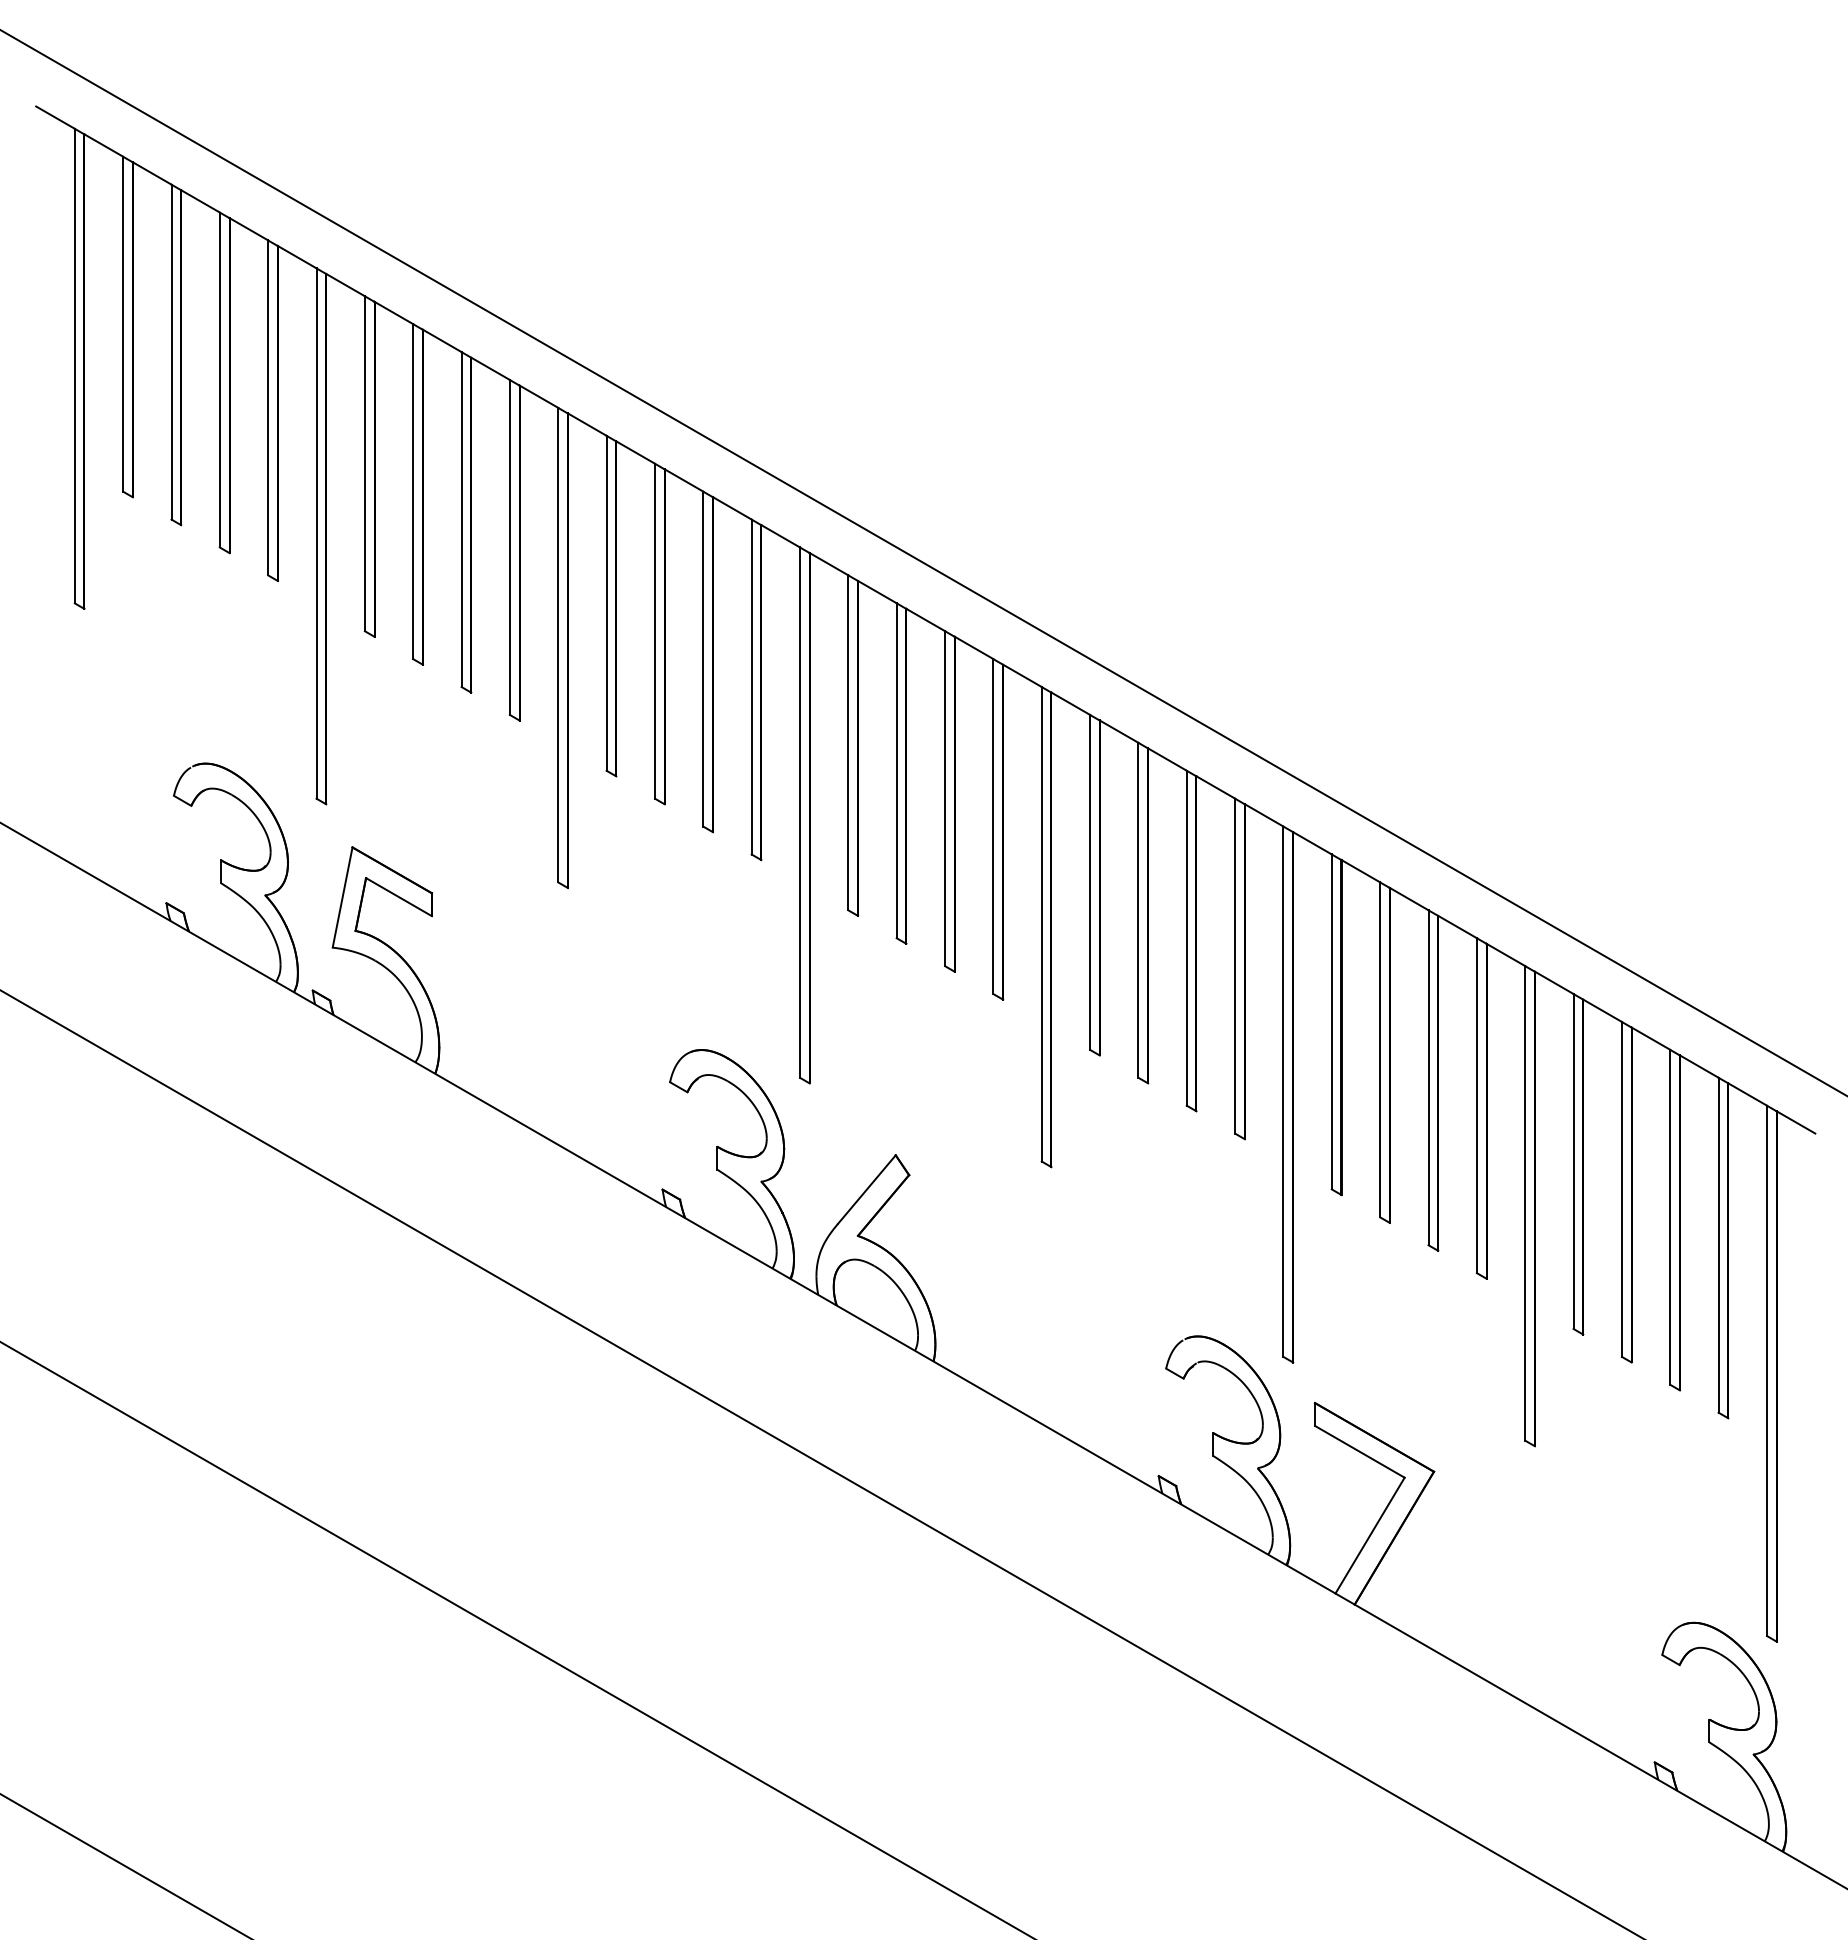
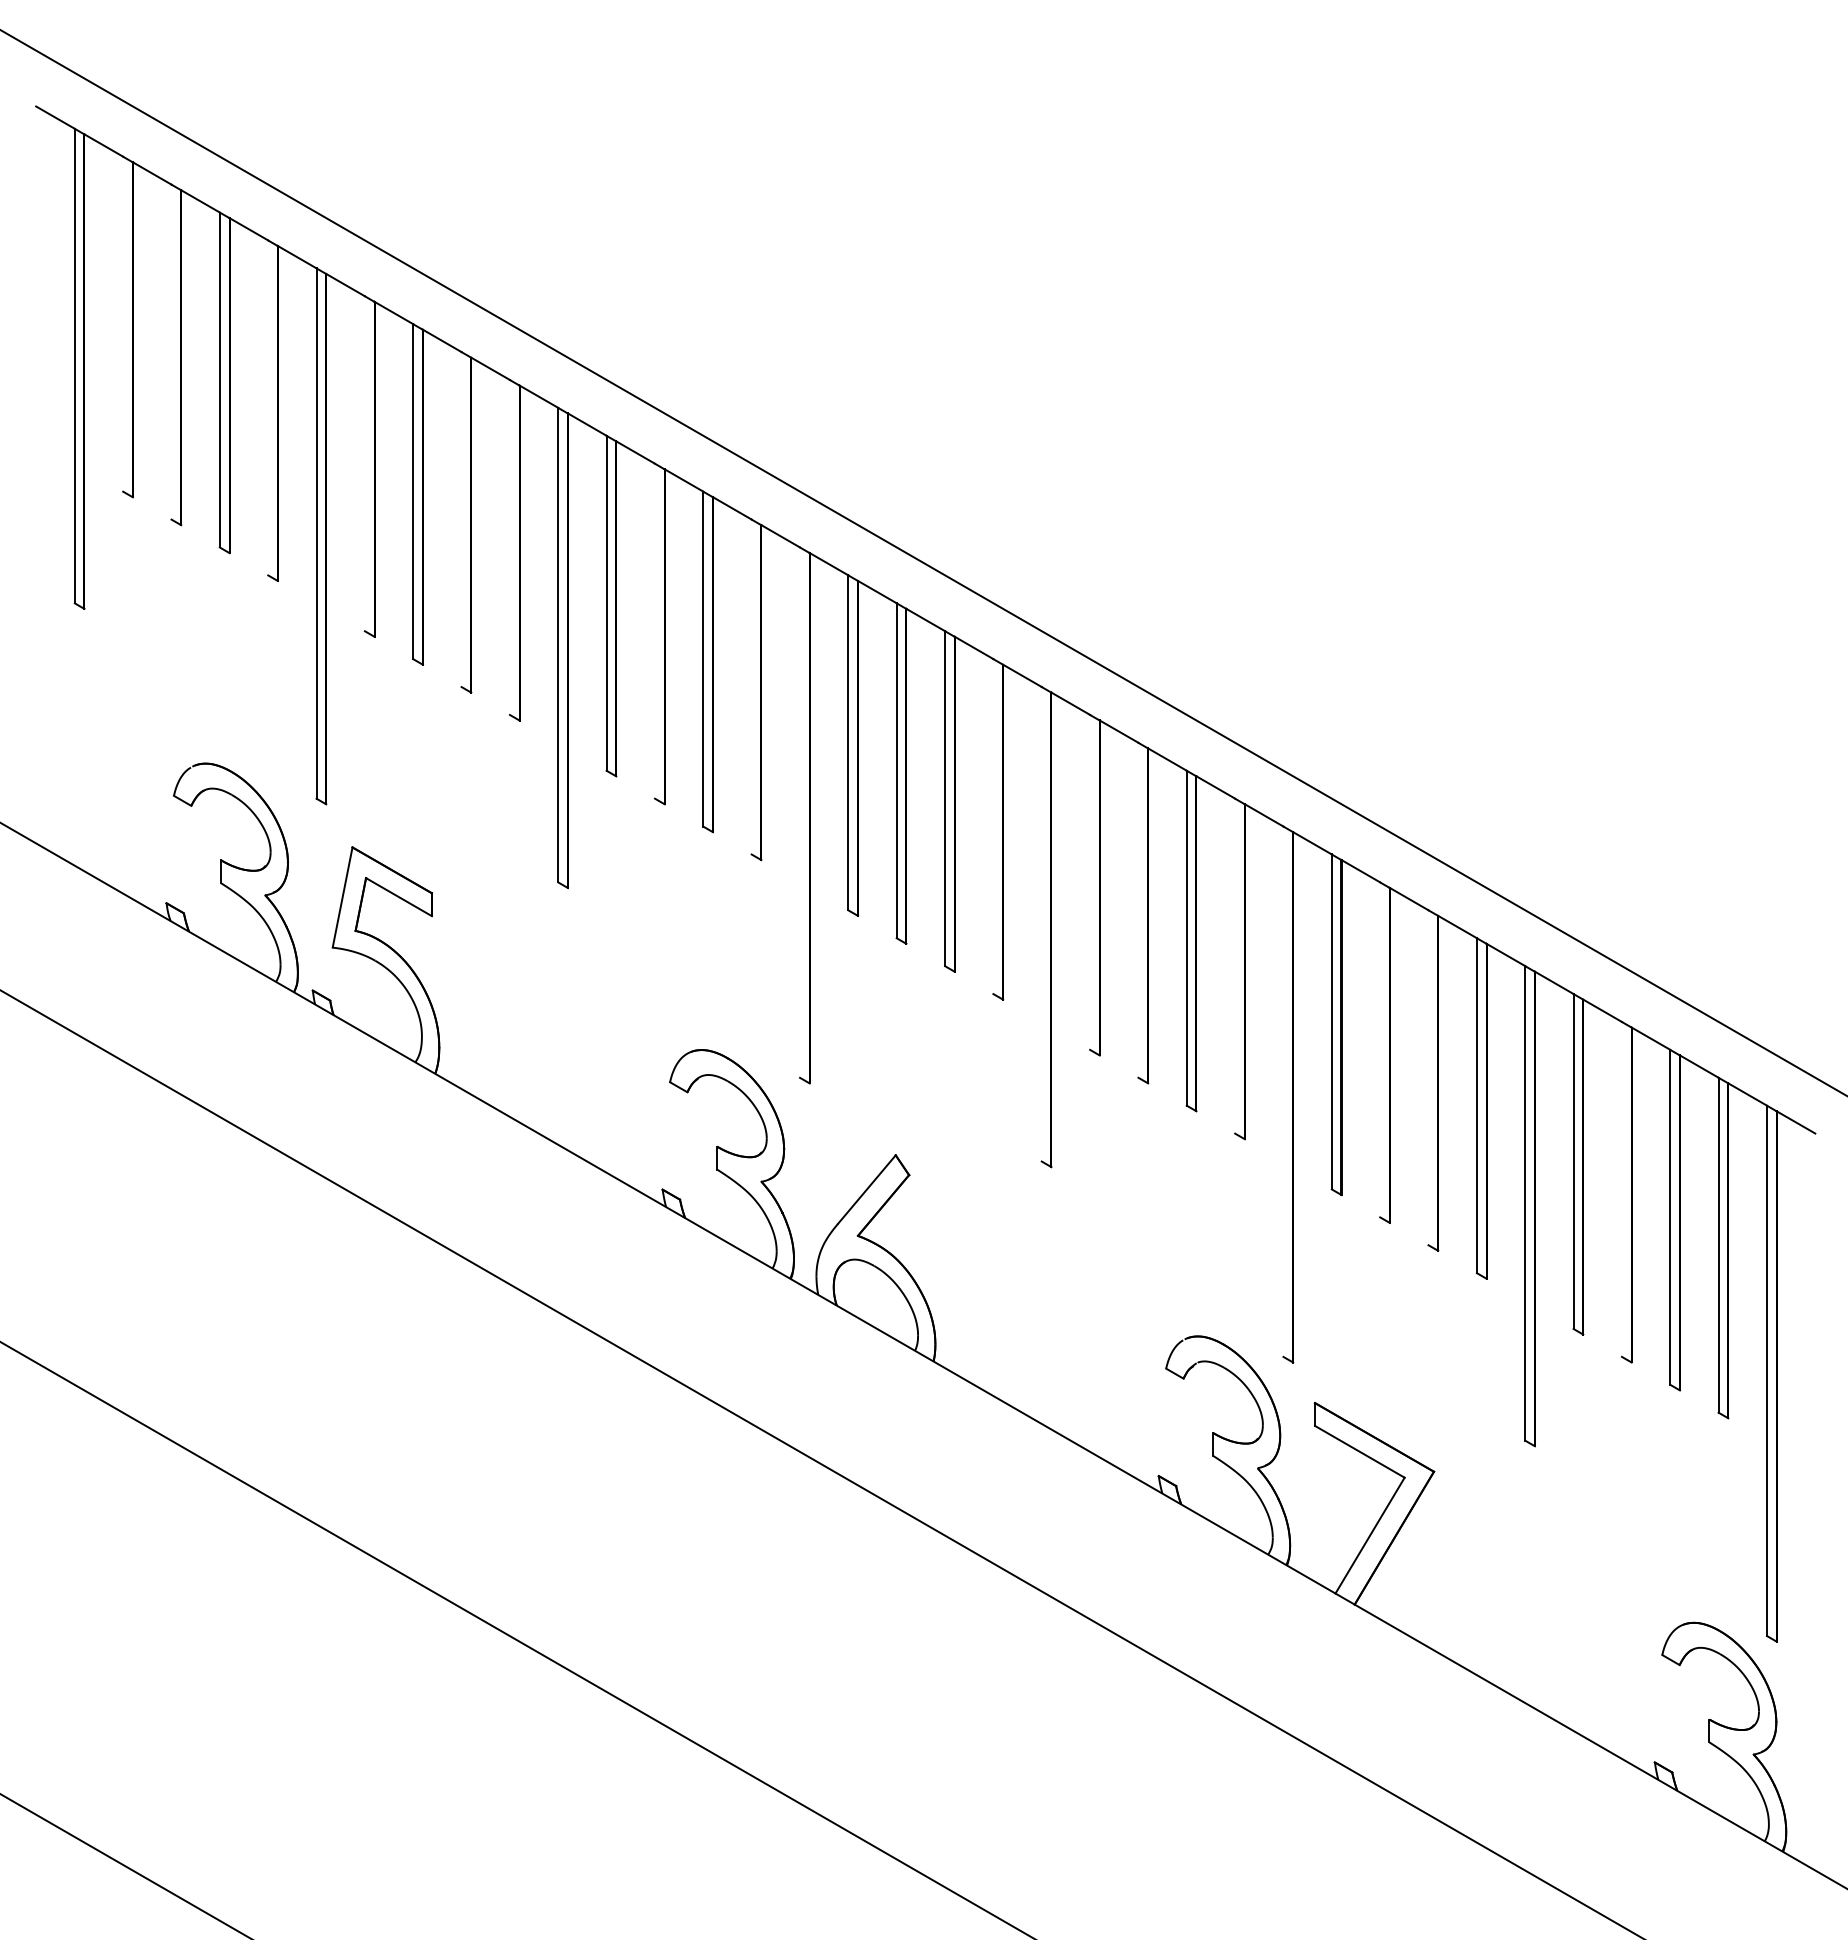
line at (123, 323): present -> none
line at (171, 351): present -> none
line at (268, 407): present -> none
line at (364, 463): present -> none
line at (461, 519): present -> none
line at (509, 546): present -> none
line at (655, 630): present -> none
line at (751, 686): present -> none
line at (800, 812): present -> none
line at (993, 826): present -> none
line at (1090, 881): present -> none
line at (1138, 909): present -> none
line at (1041, 924): present -> none
line at (1235, 965): present -> none
line at (1380, 1049): present -> none
line at (1428, 1077): present -> none
line at (1283, 1091): present -> none
line at (1621, 1188): present -> none
